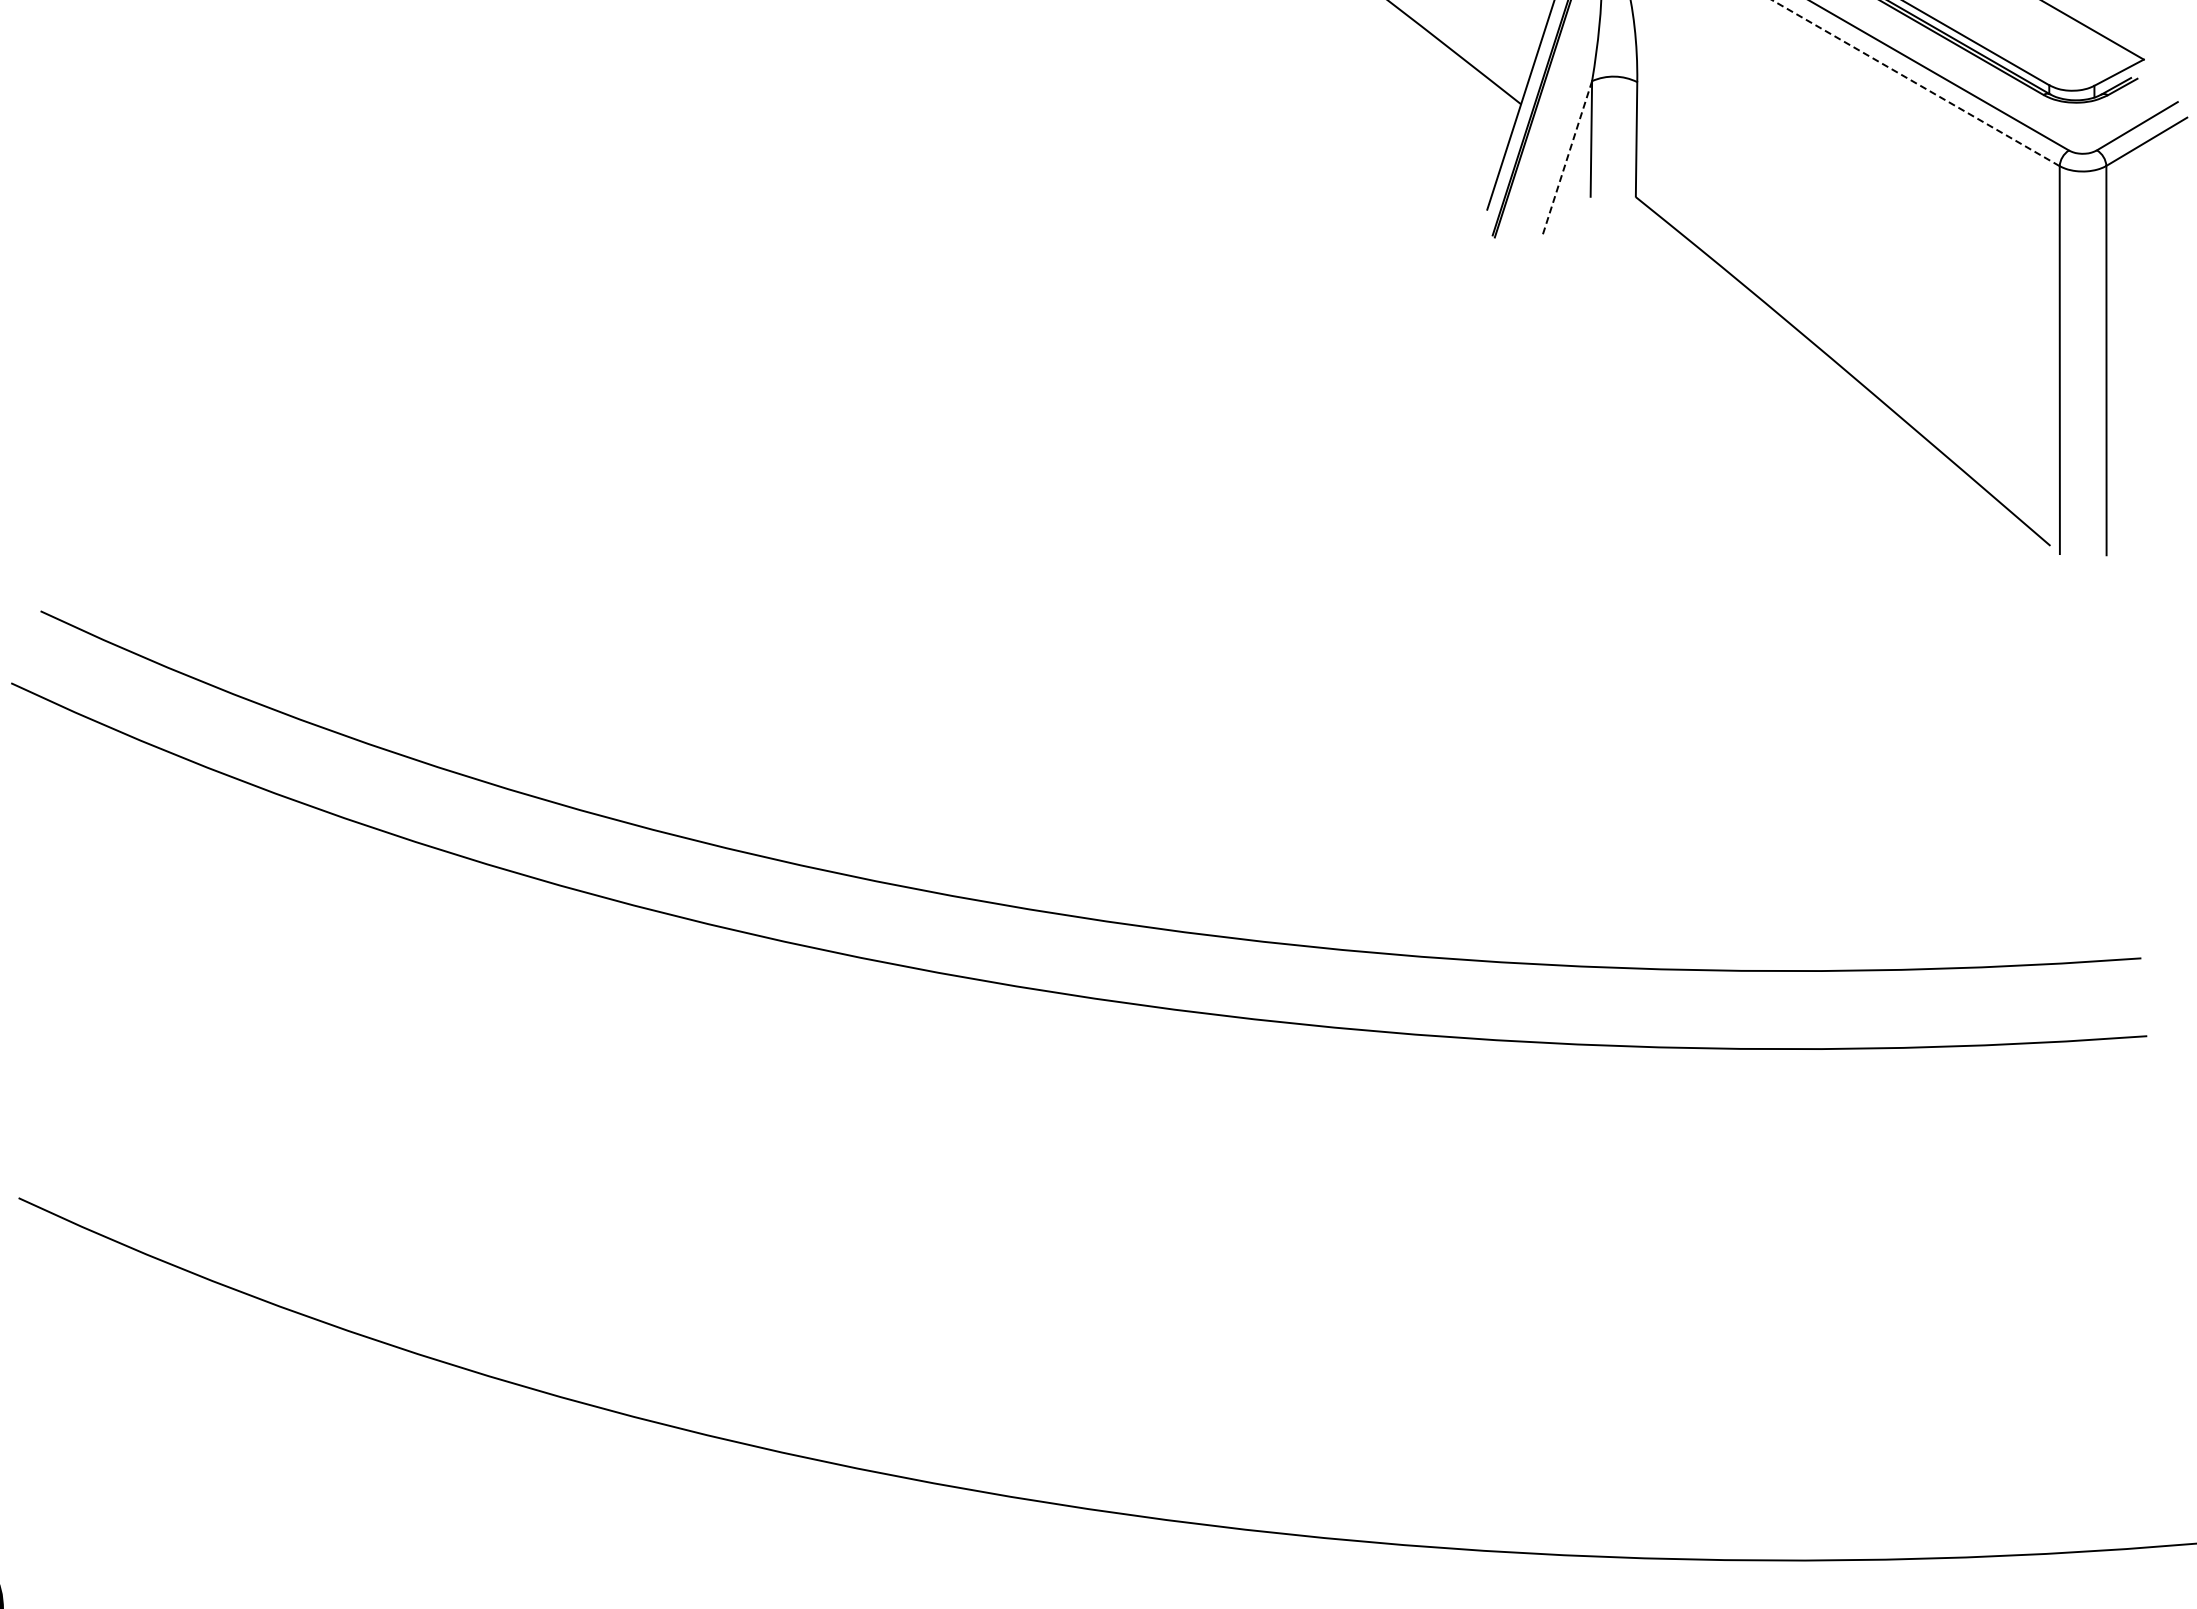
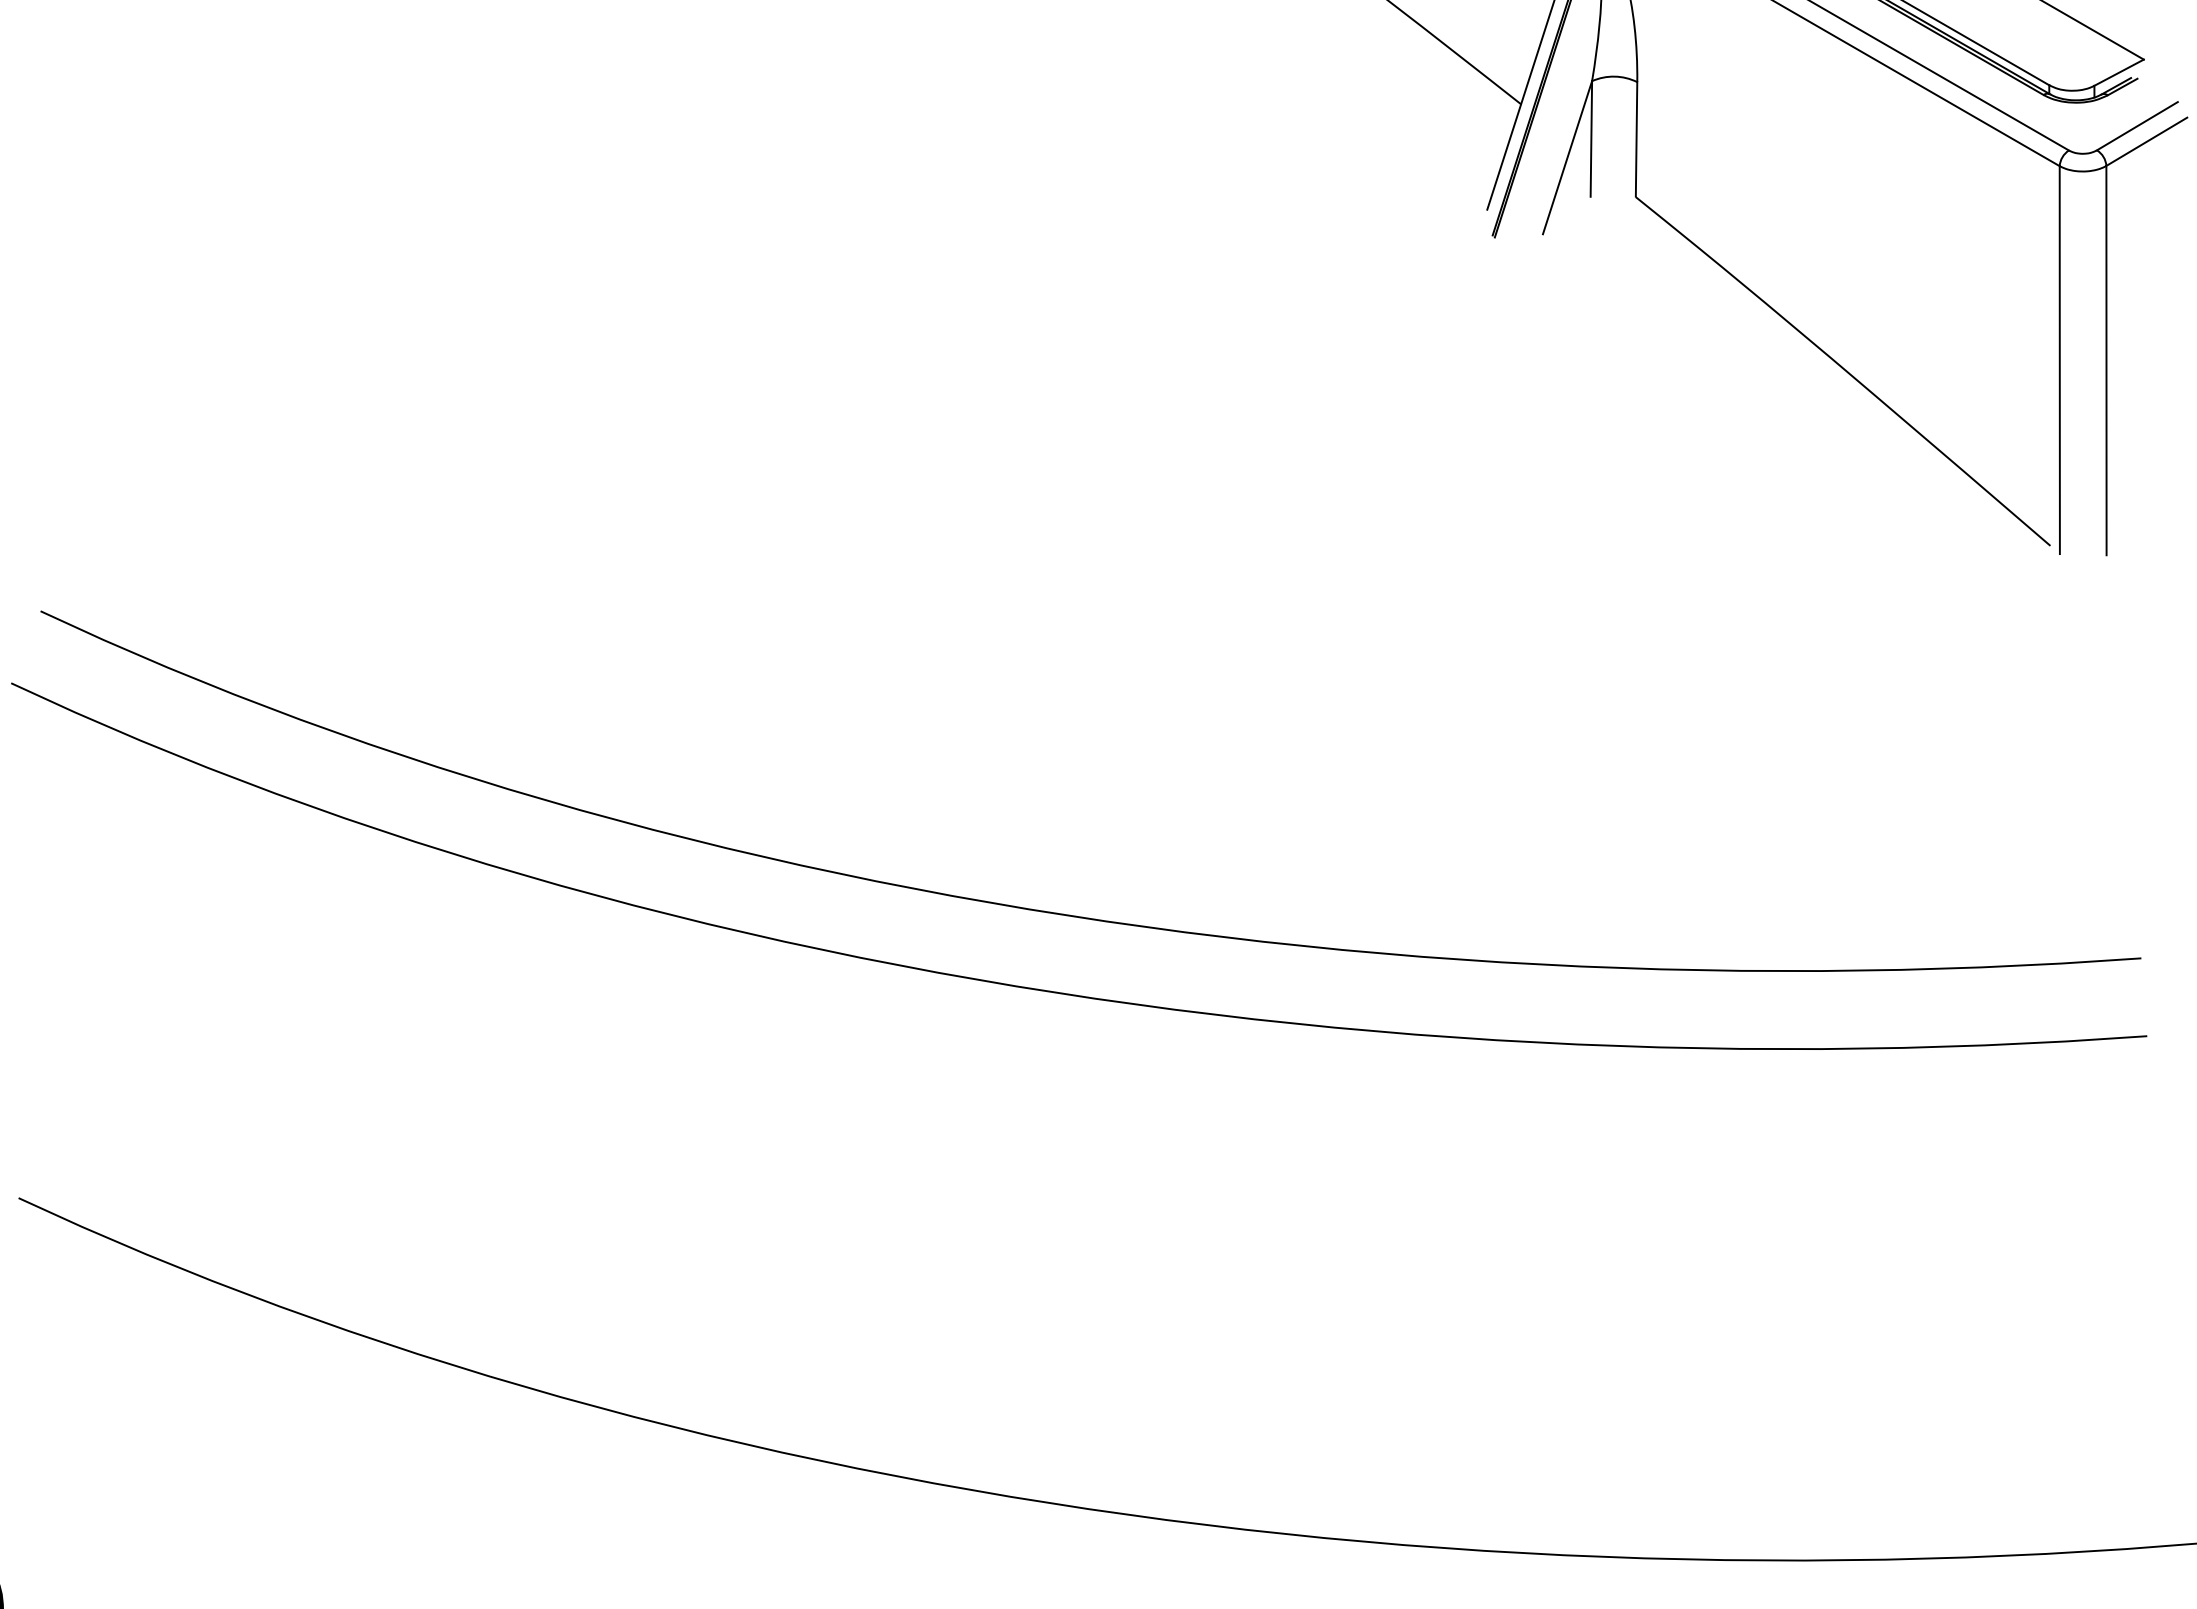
line at (1915, 83): dashed -> solid
line at (1567, 157): dashed -> solid
